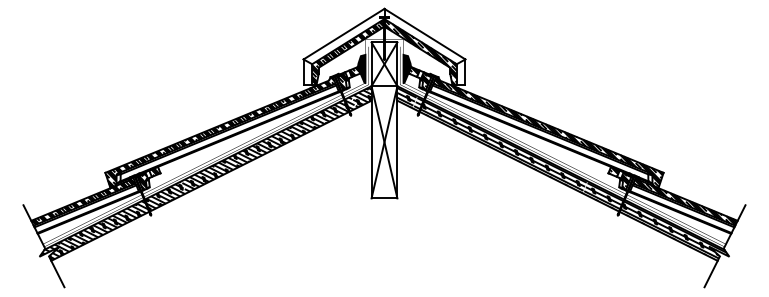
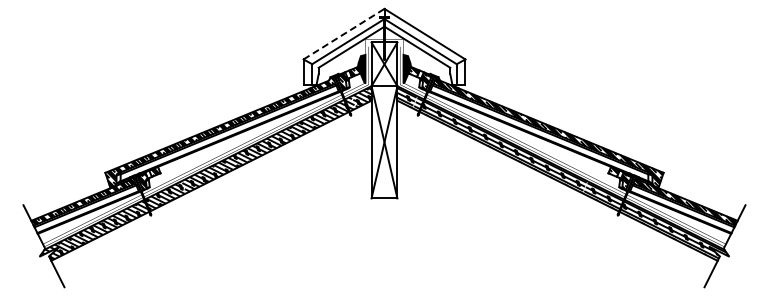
line at (344, 34): solid -> dashed
hatch at (384, 52): present -> none
